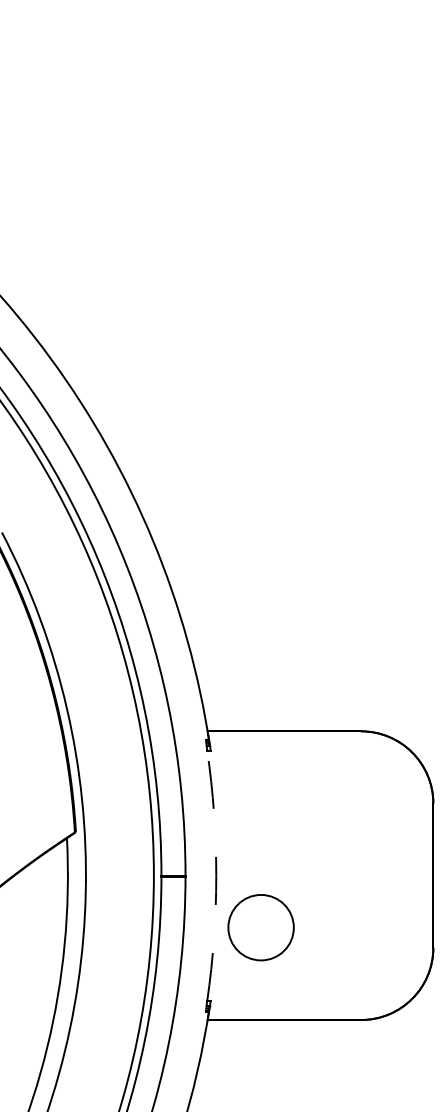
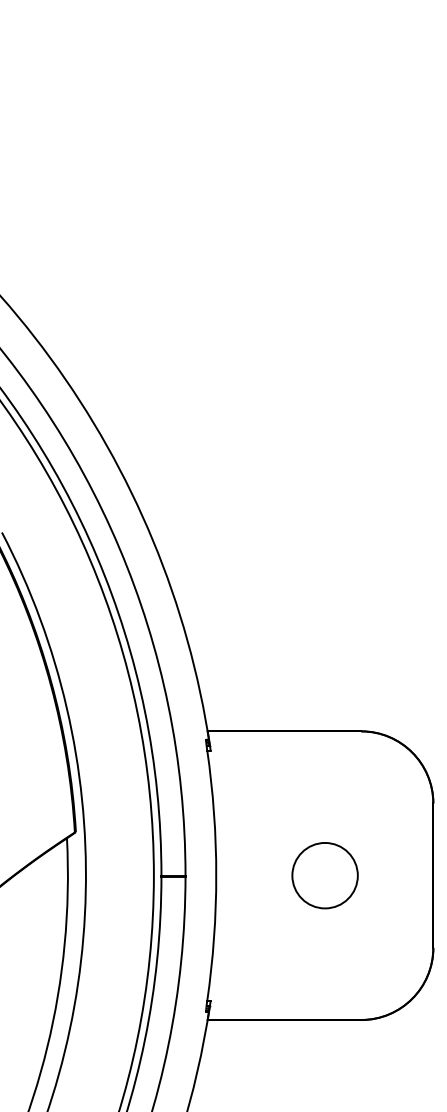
arc at (216, 875): dashed -> solid
circle at (260, 927) position: (260, 927) -> (324, 875)
